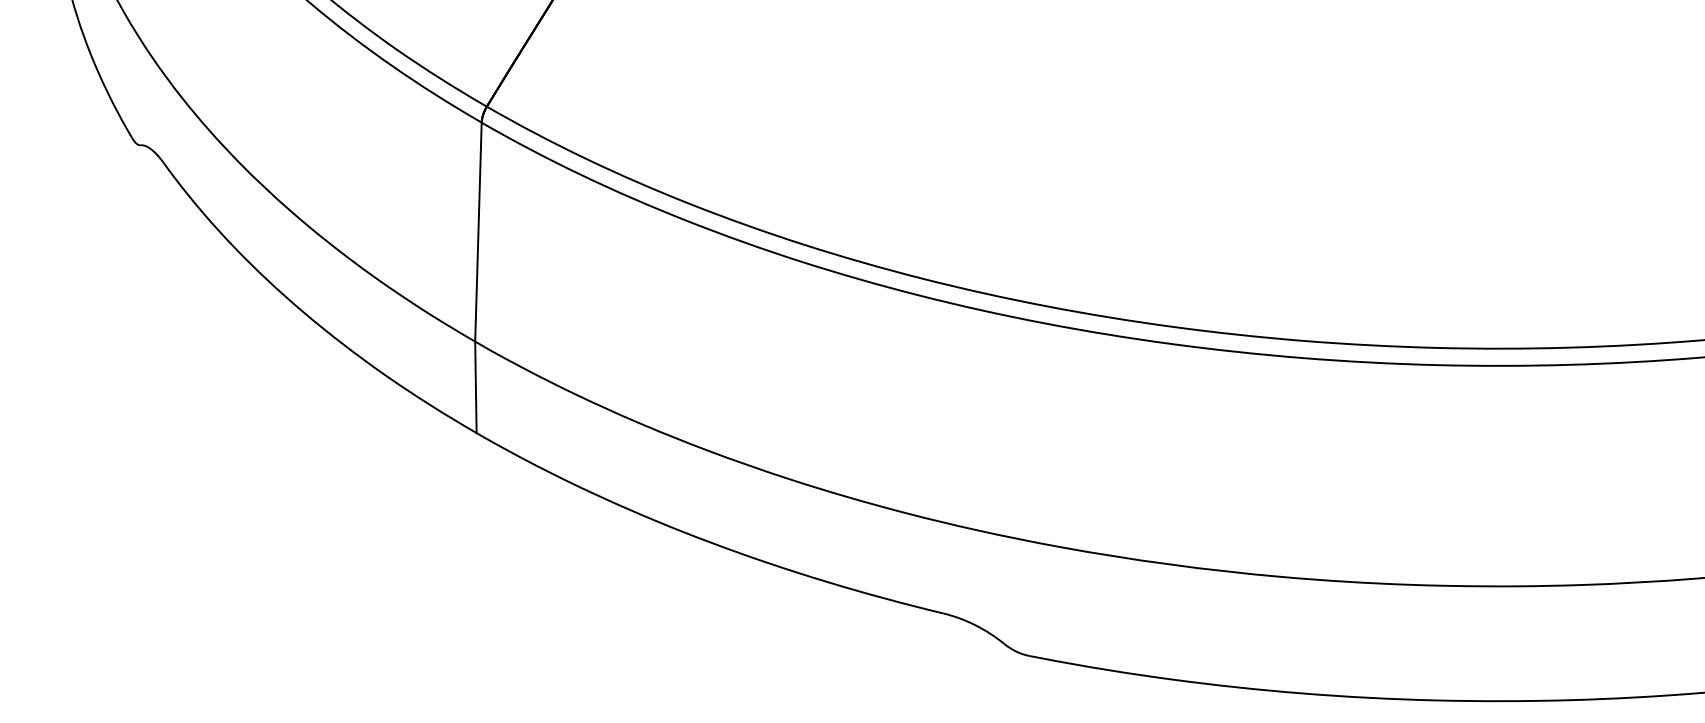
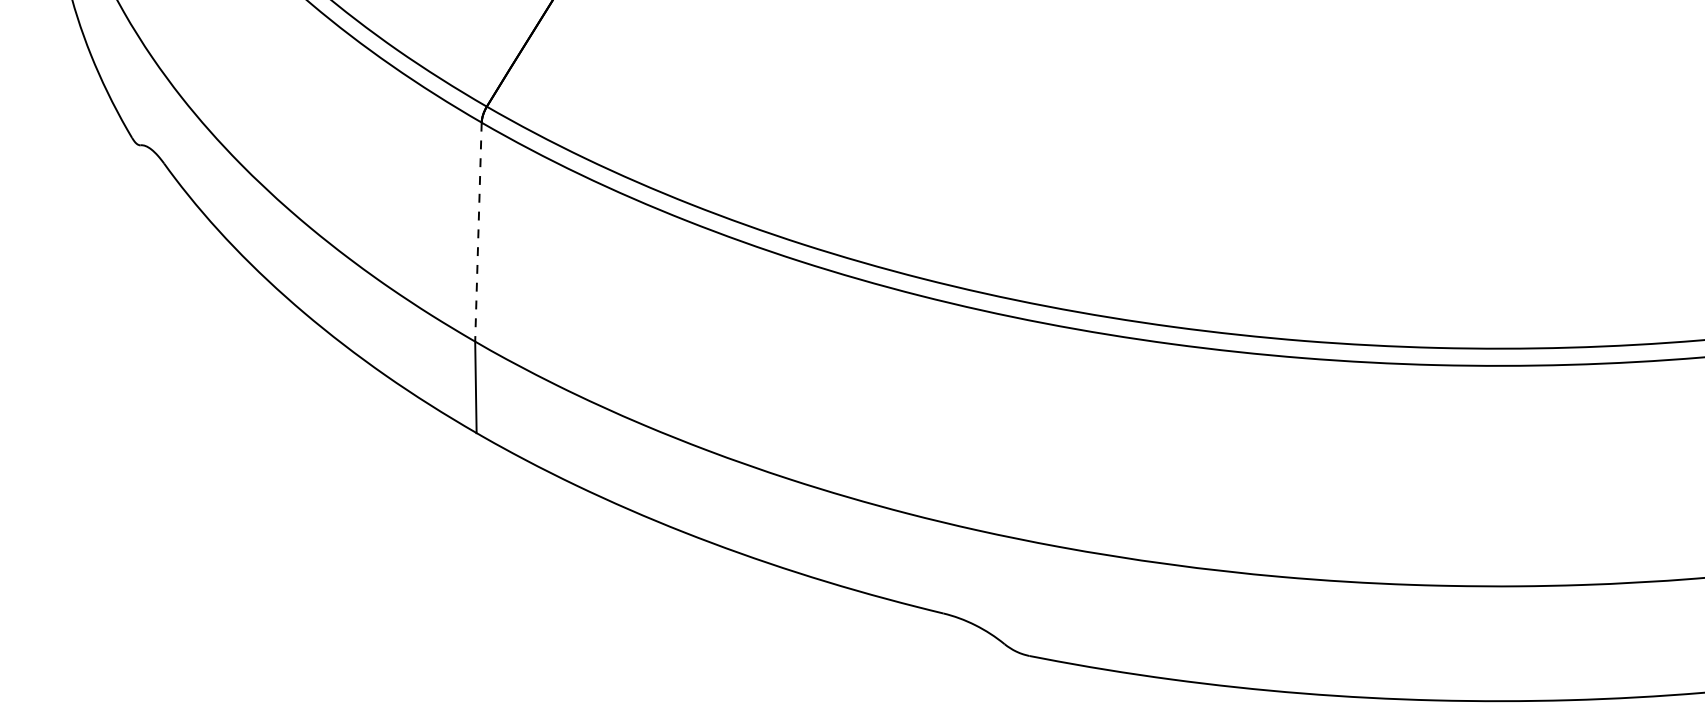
line at (478, 232): solid -> dashed
